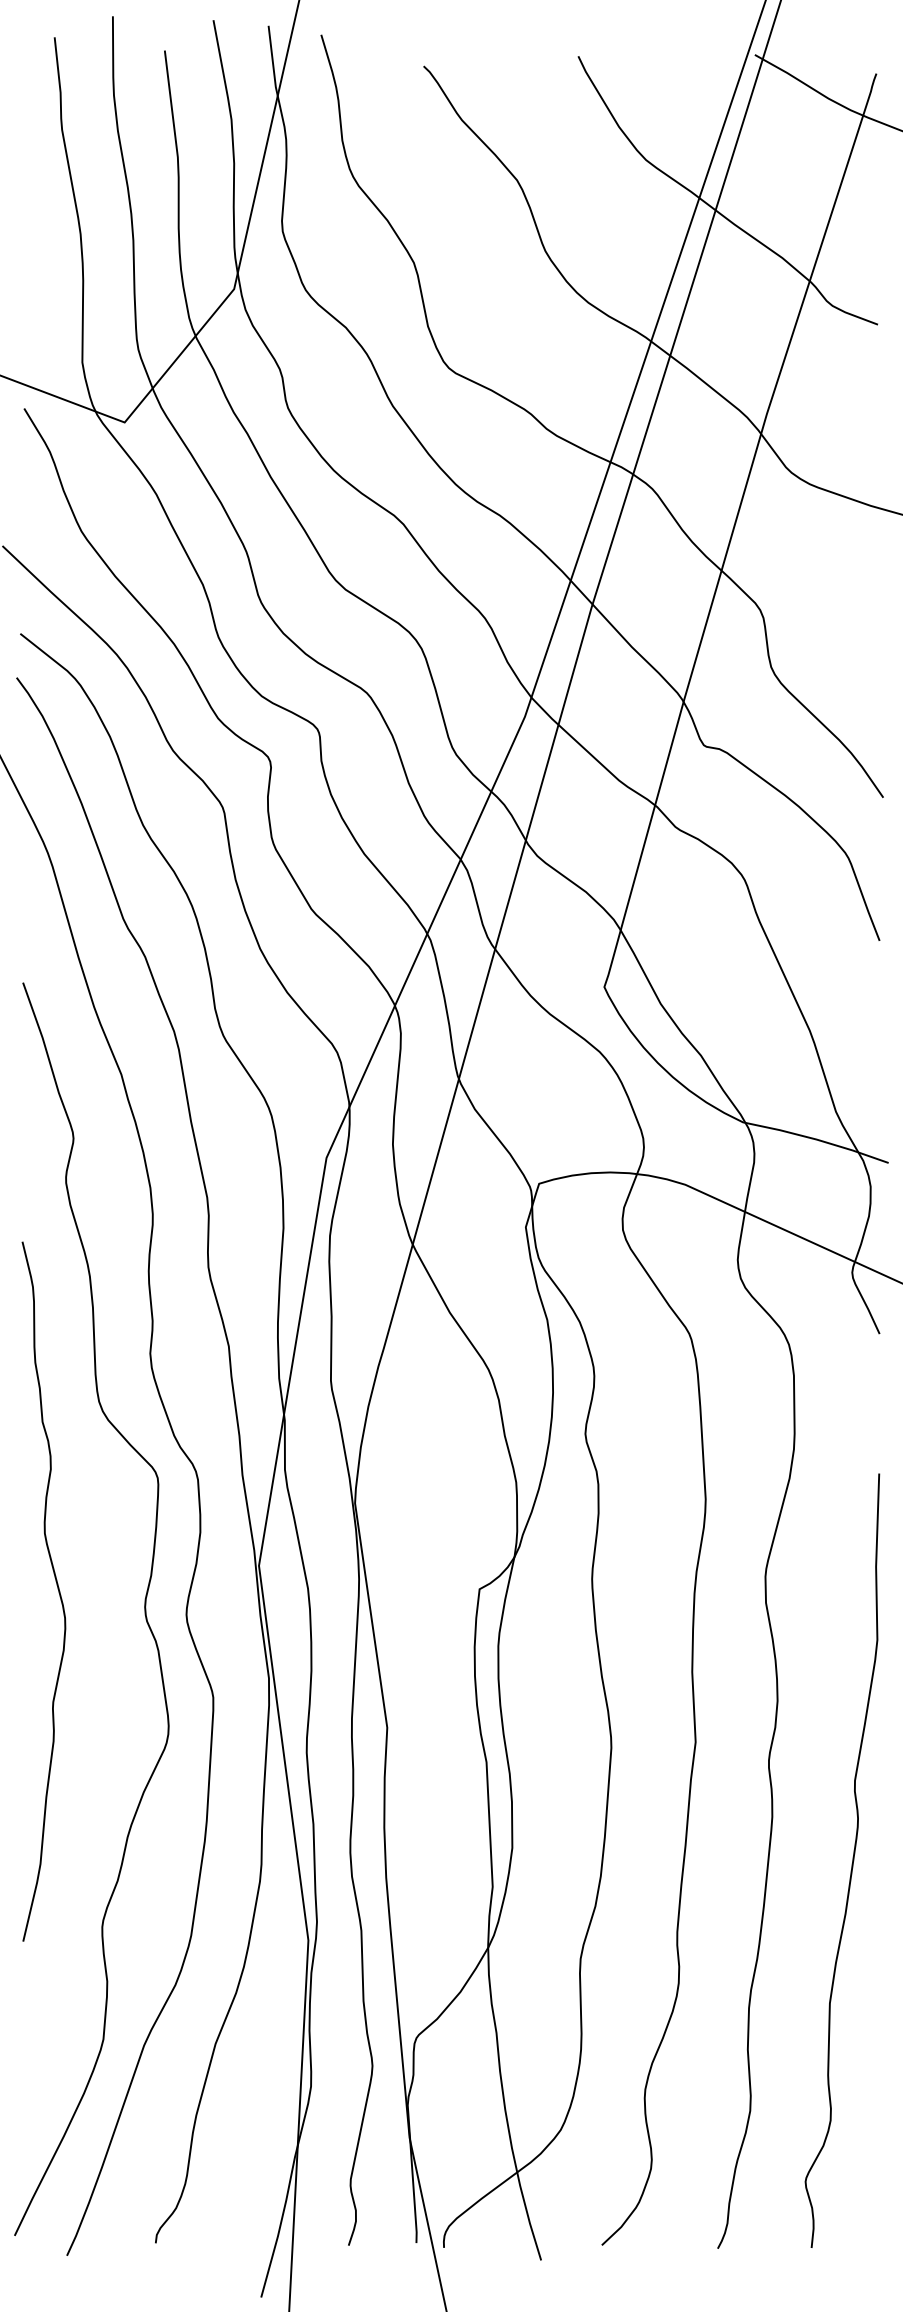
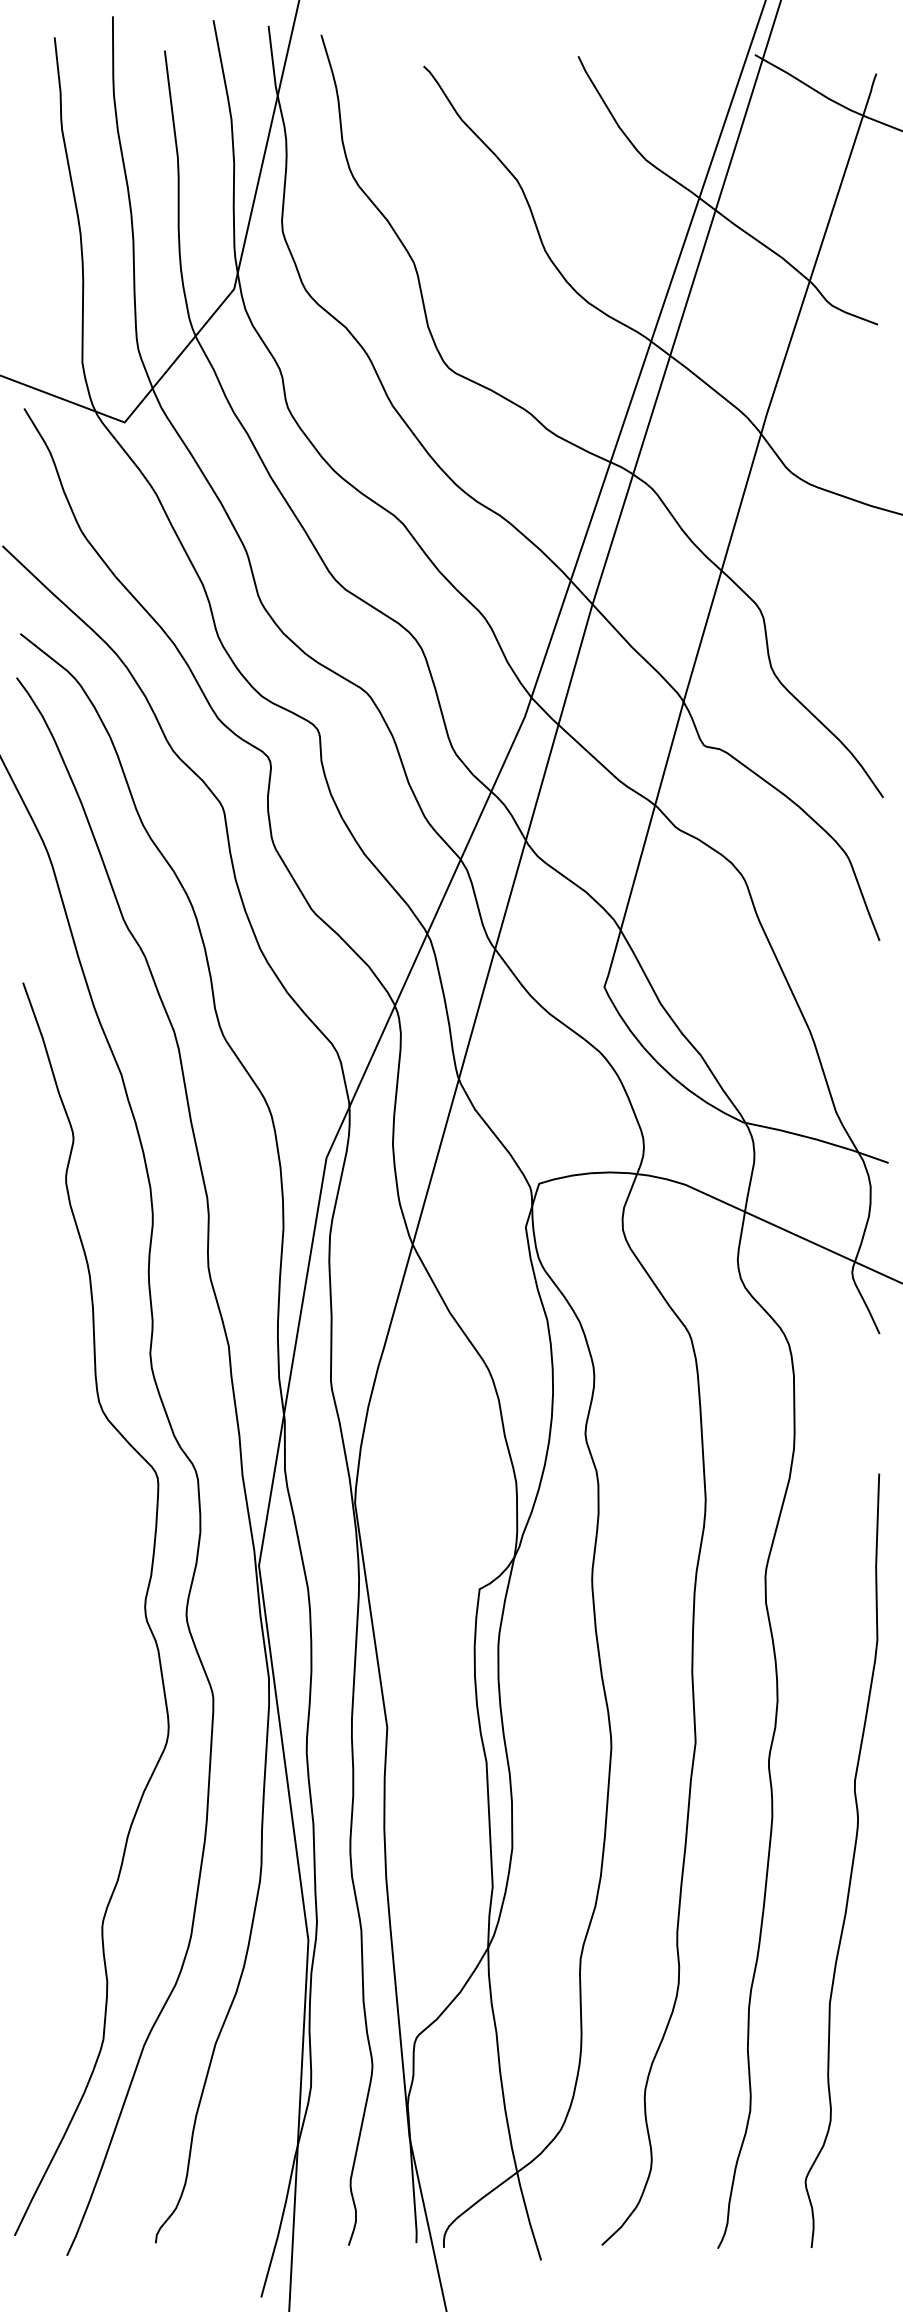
curve at (57, 1589): present -> none
